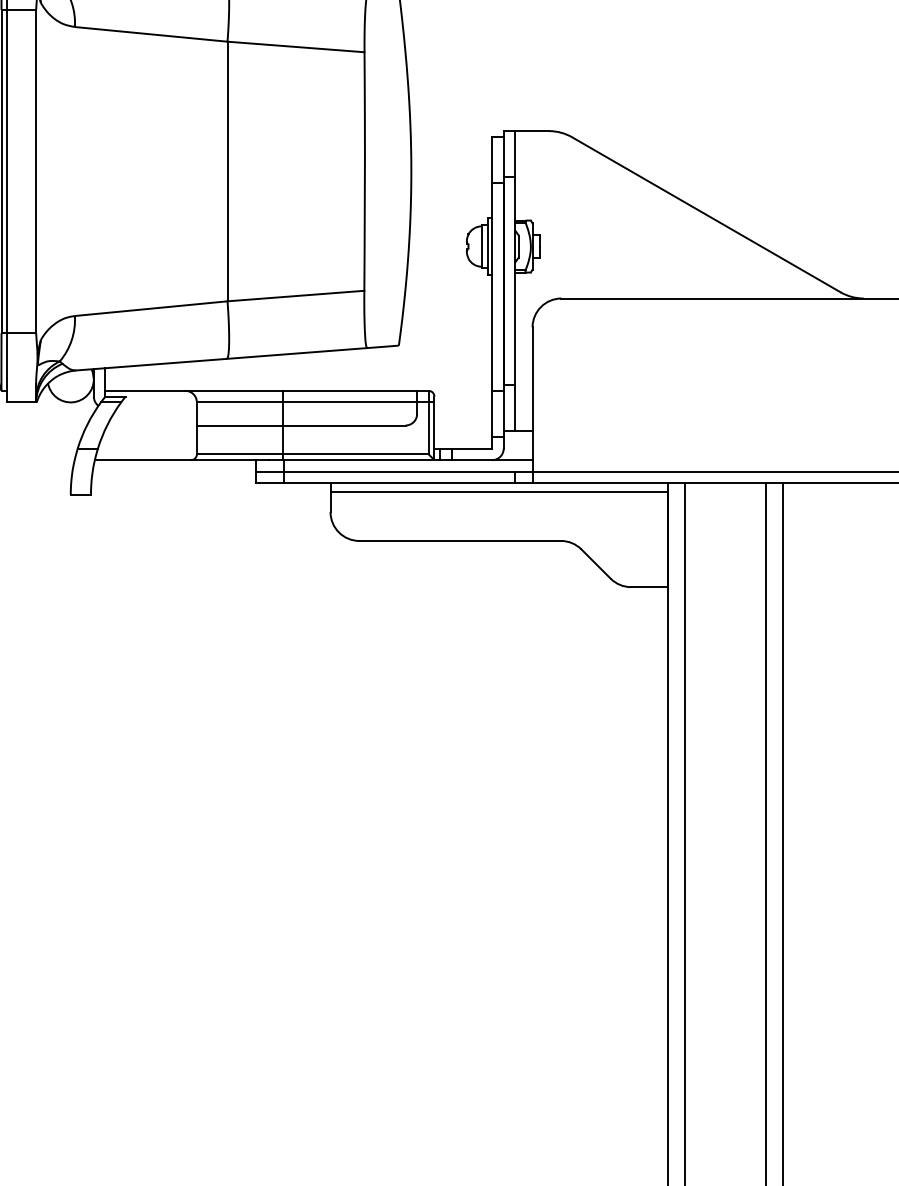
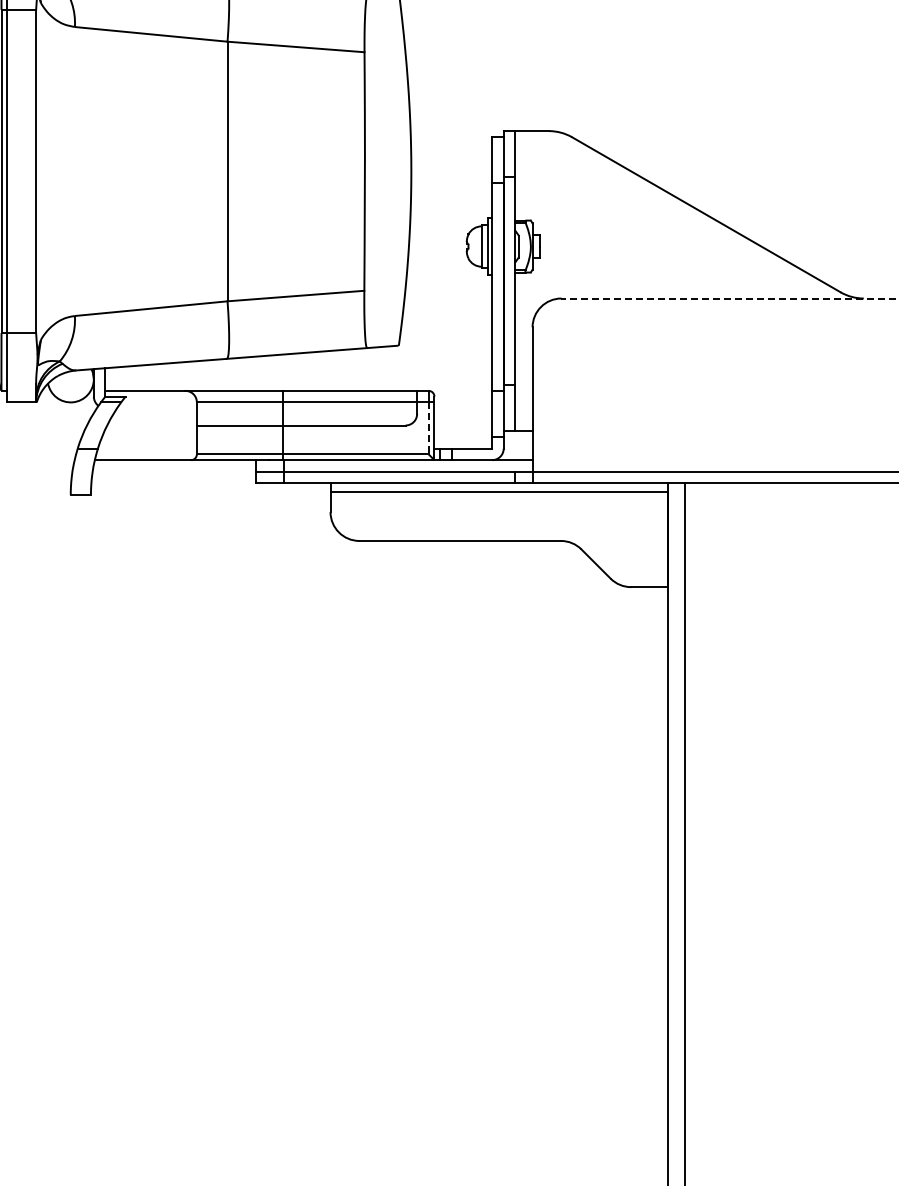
line at (729, 298): solid -> dashed
line at (428, 428): solid -> dashed
line at (765, 832): present -> none
line at (783, 832): present -> none
